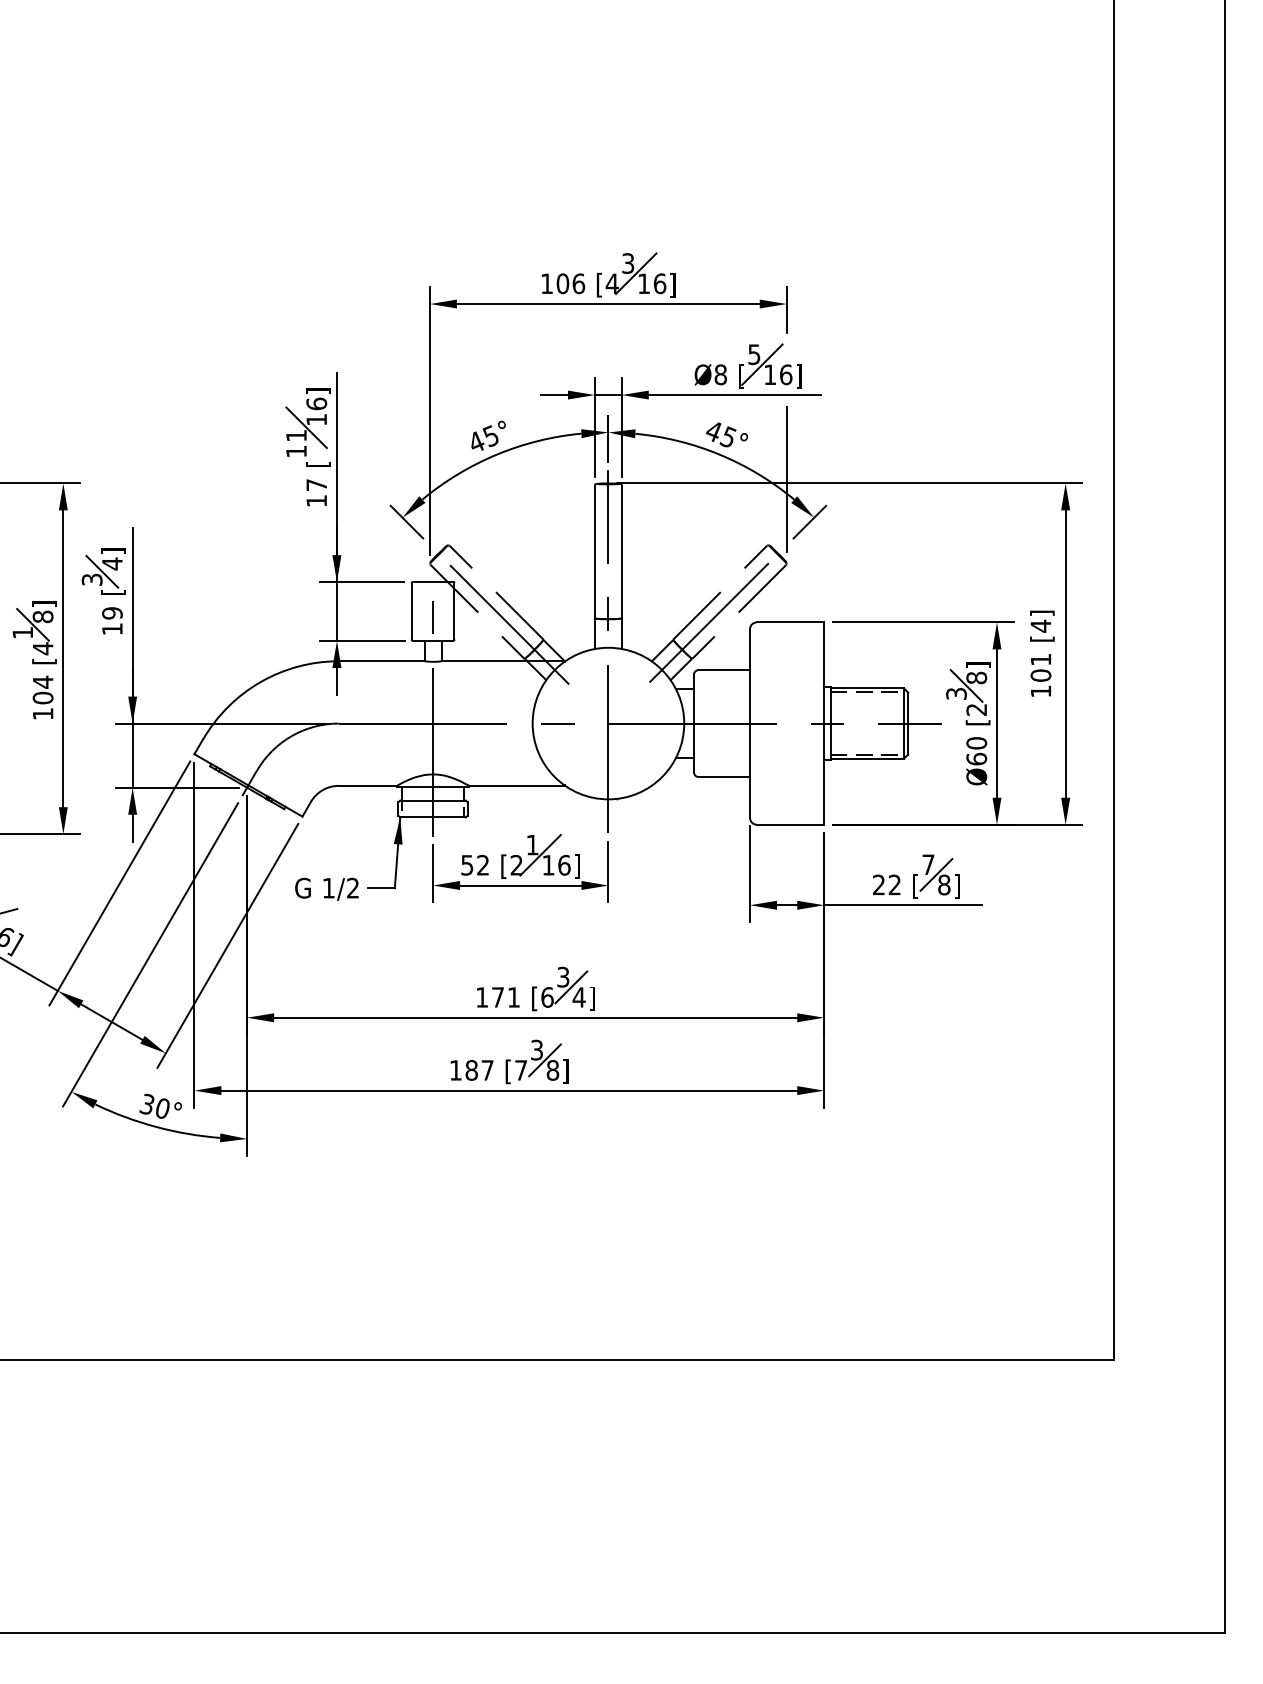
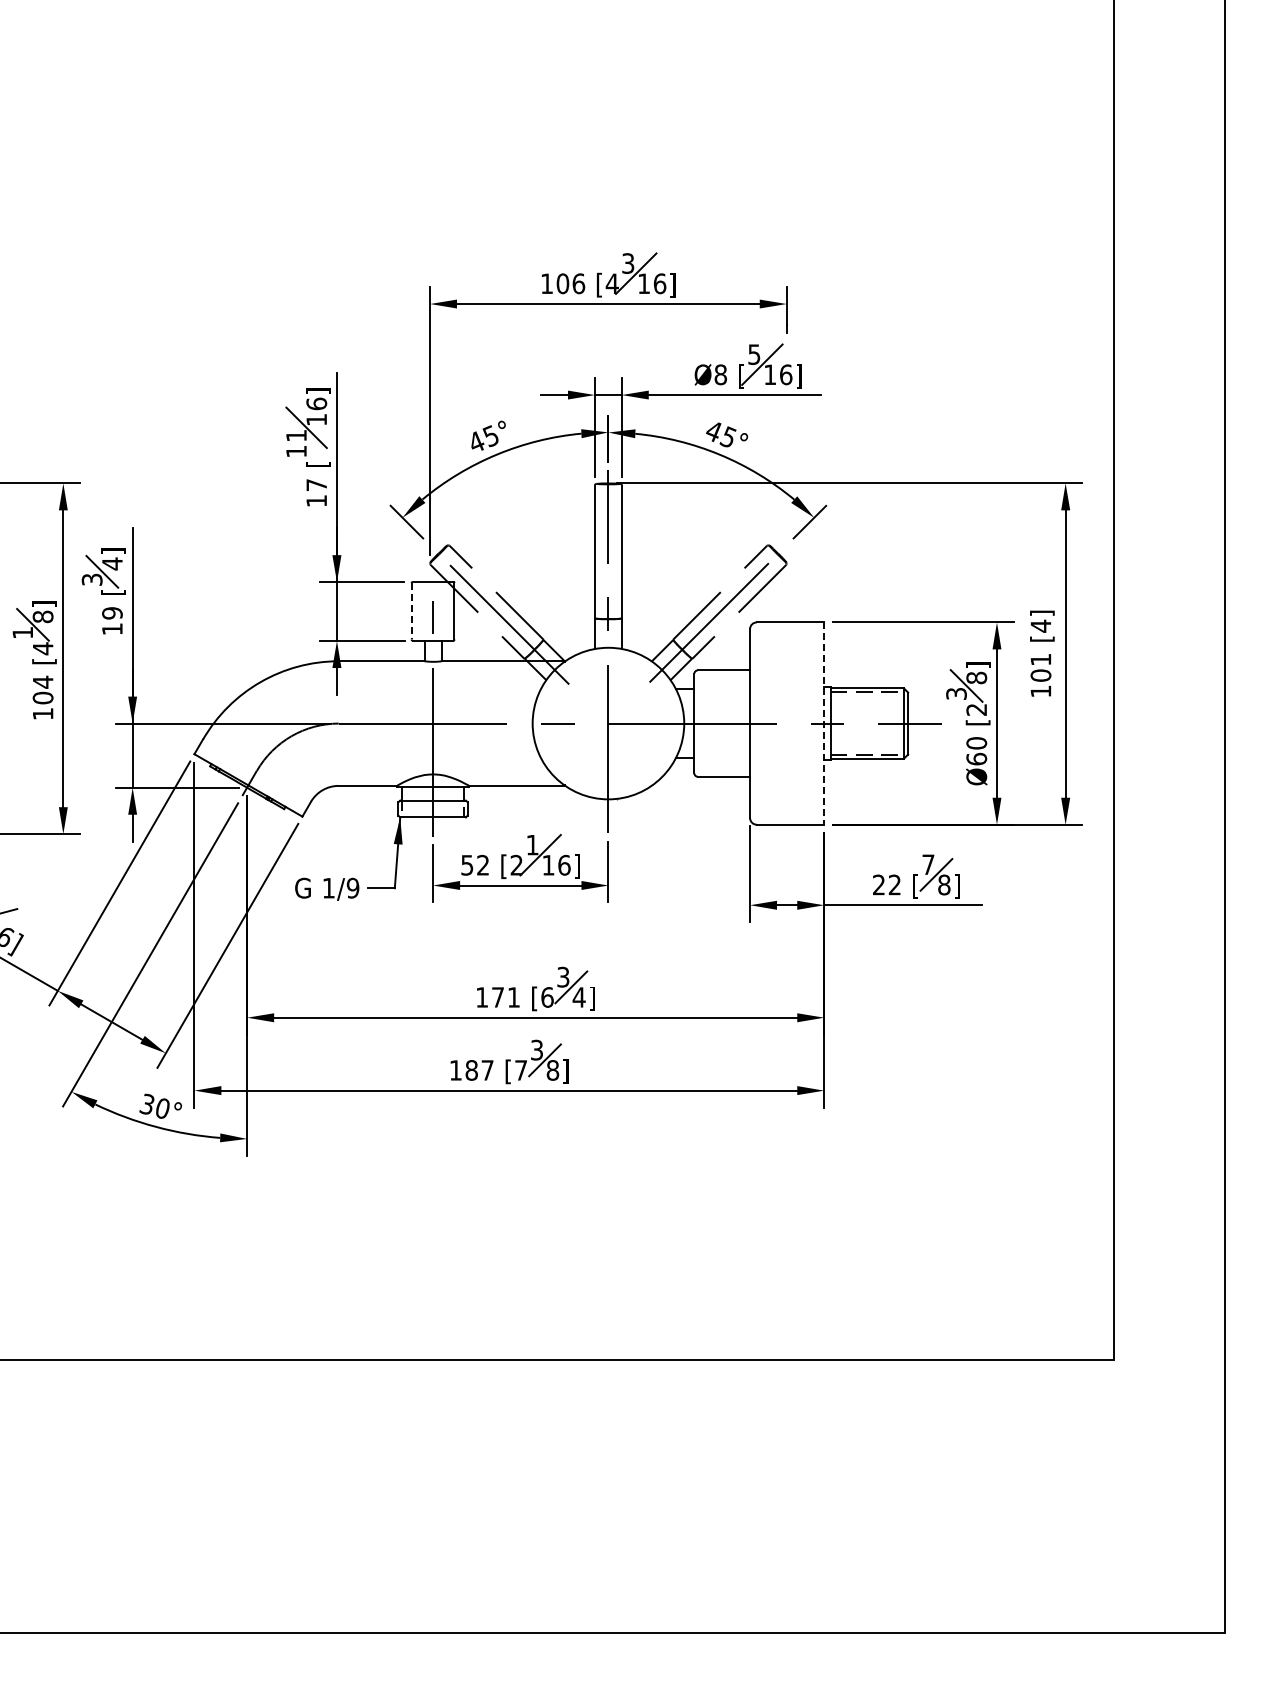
line at (786, 479): present -> none
line at (411, 611): solid -> dashed
line at (824, 724): solid -> dashed
text at (352, 888): 1/2 -> 1/9
